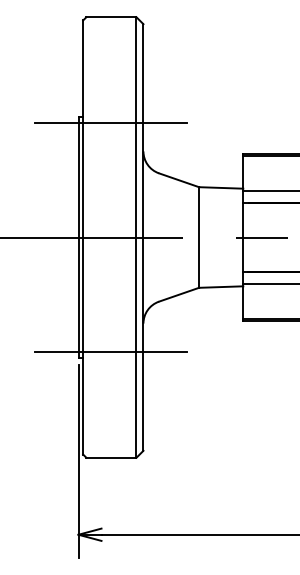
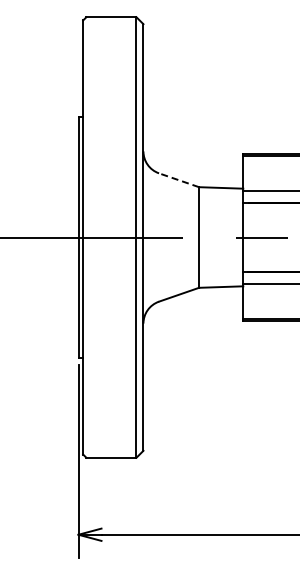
line at (110, 122): present -> none
line at (178, 180): solid -> dashed
line at (110, 352): present -> none
